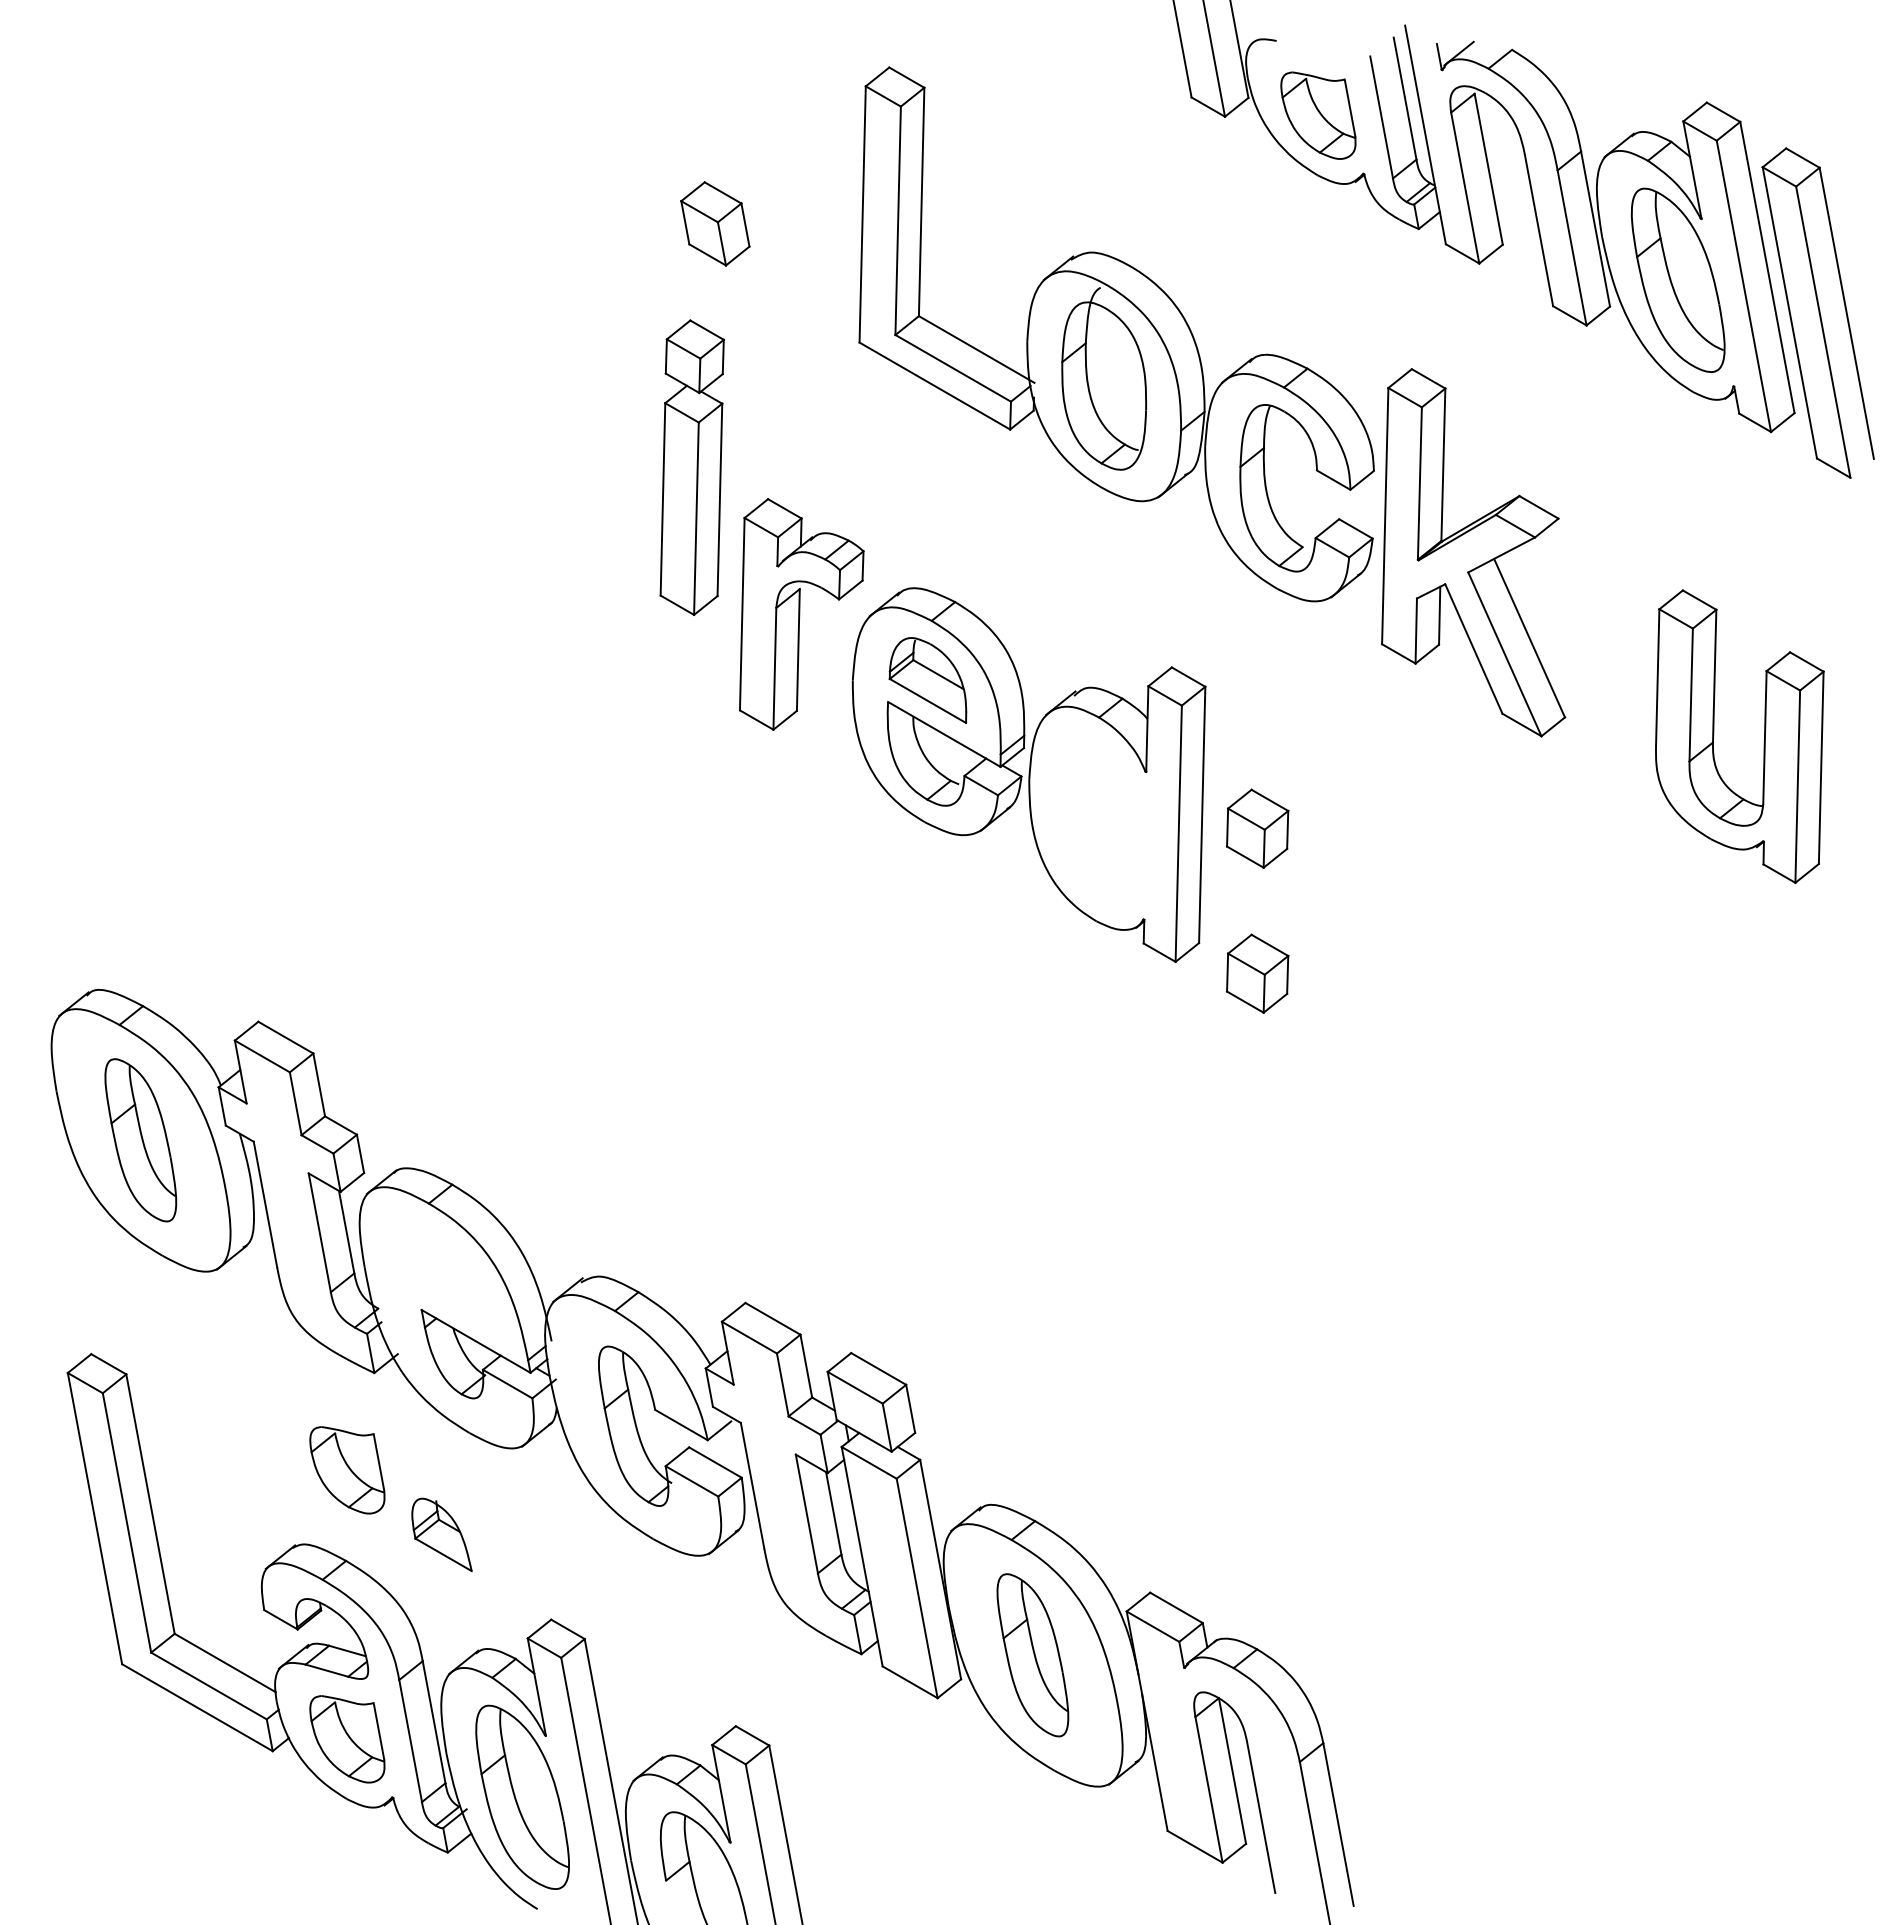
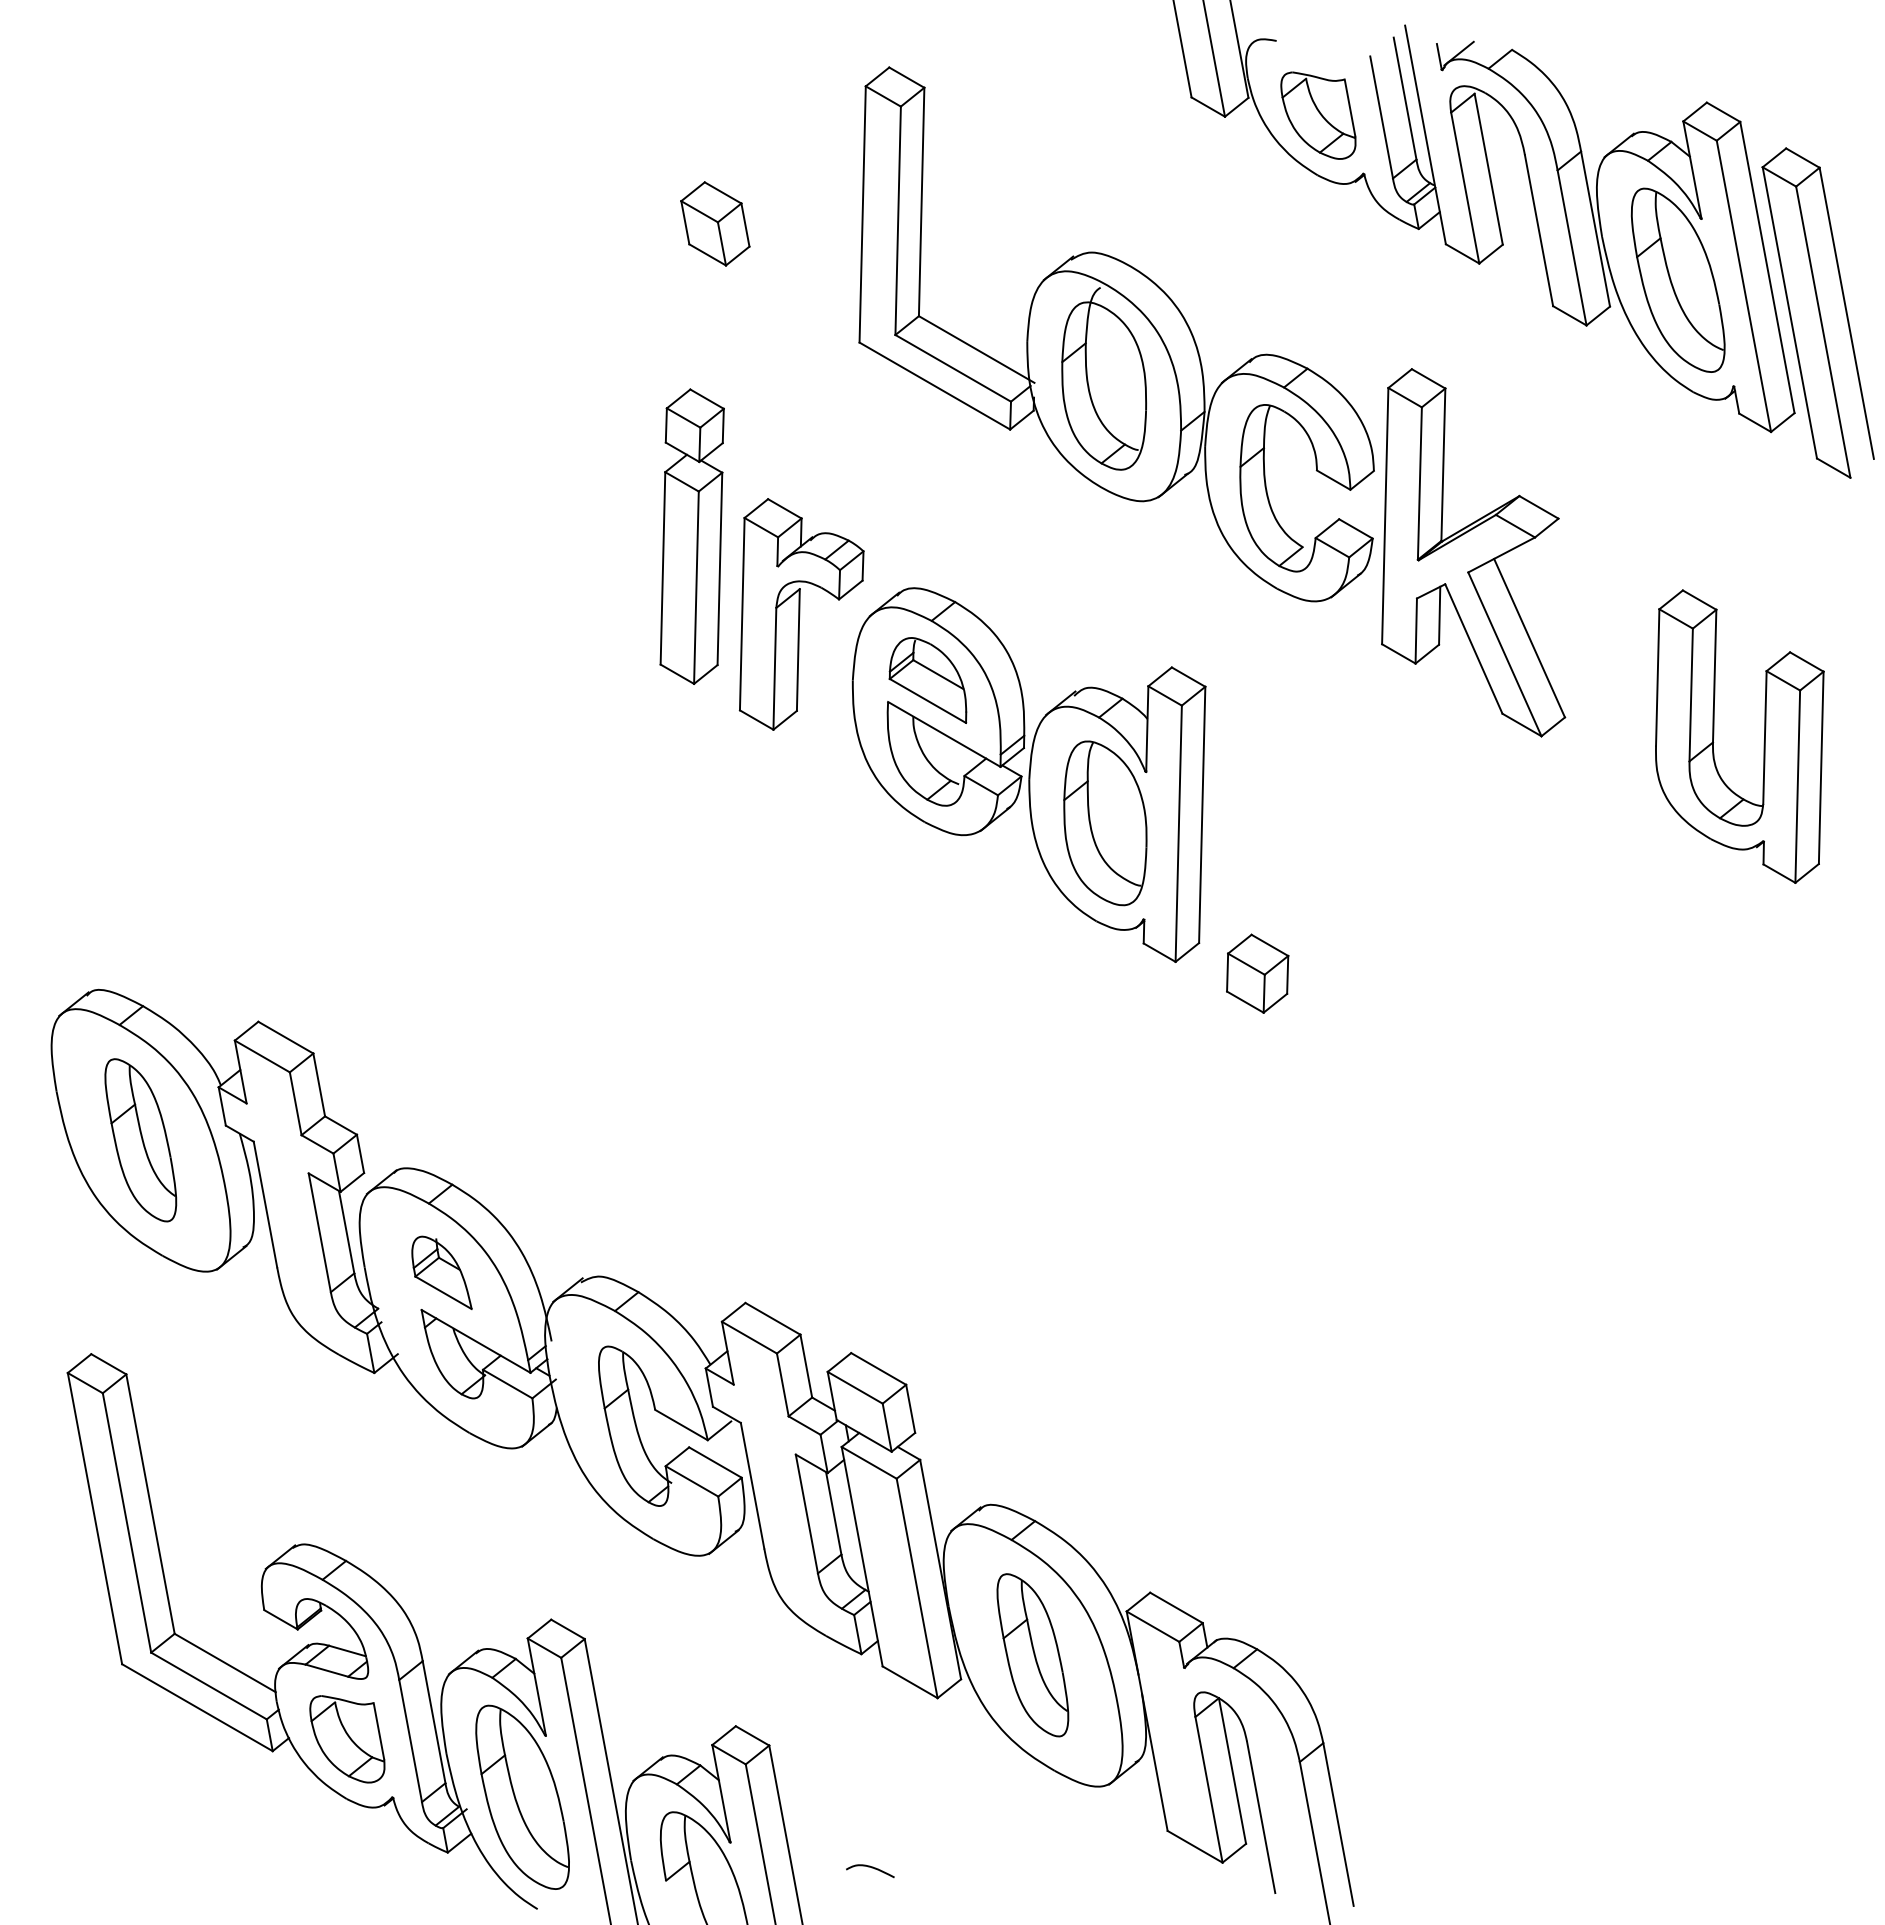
part at (691, 467) position: (691, 467) -> (691, 536)
part at (1105, 823): none -> present
part at (1257, 828): present -> none
part at (347, 1470): present -> none
part at (441, 1534) position: (441, 1534) -> (441, 1272)
curve at (871, 1868): none -> present
